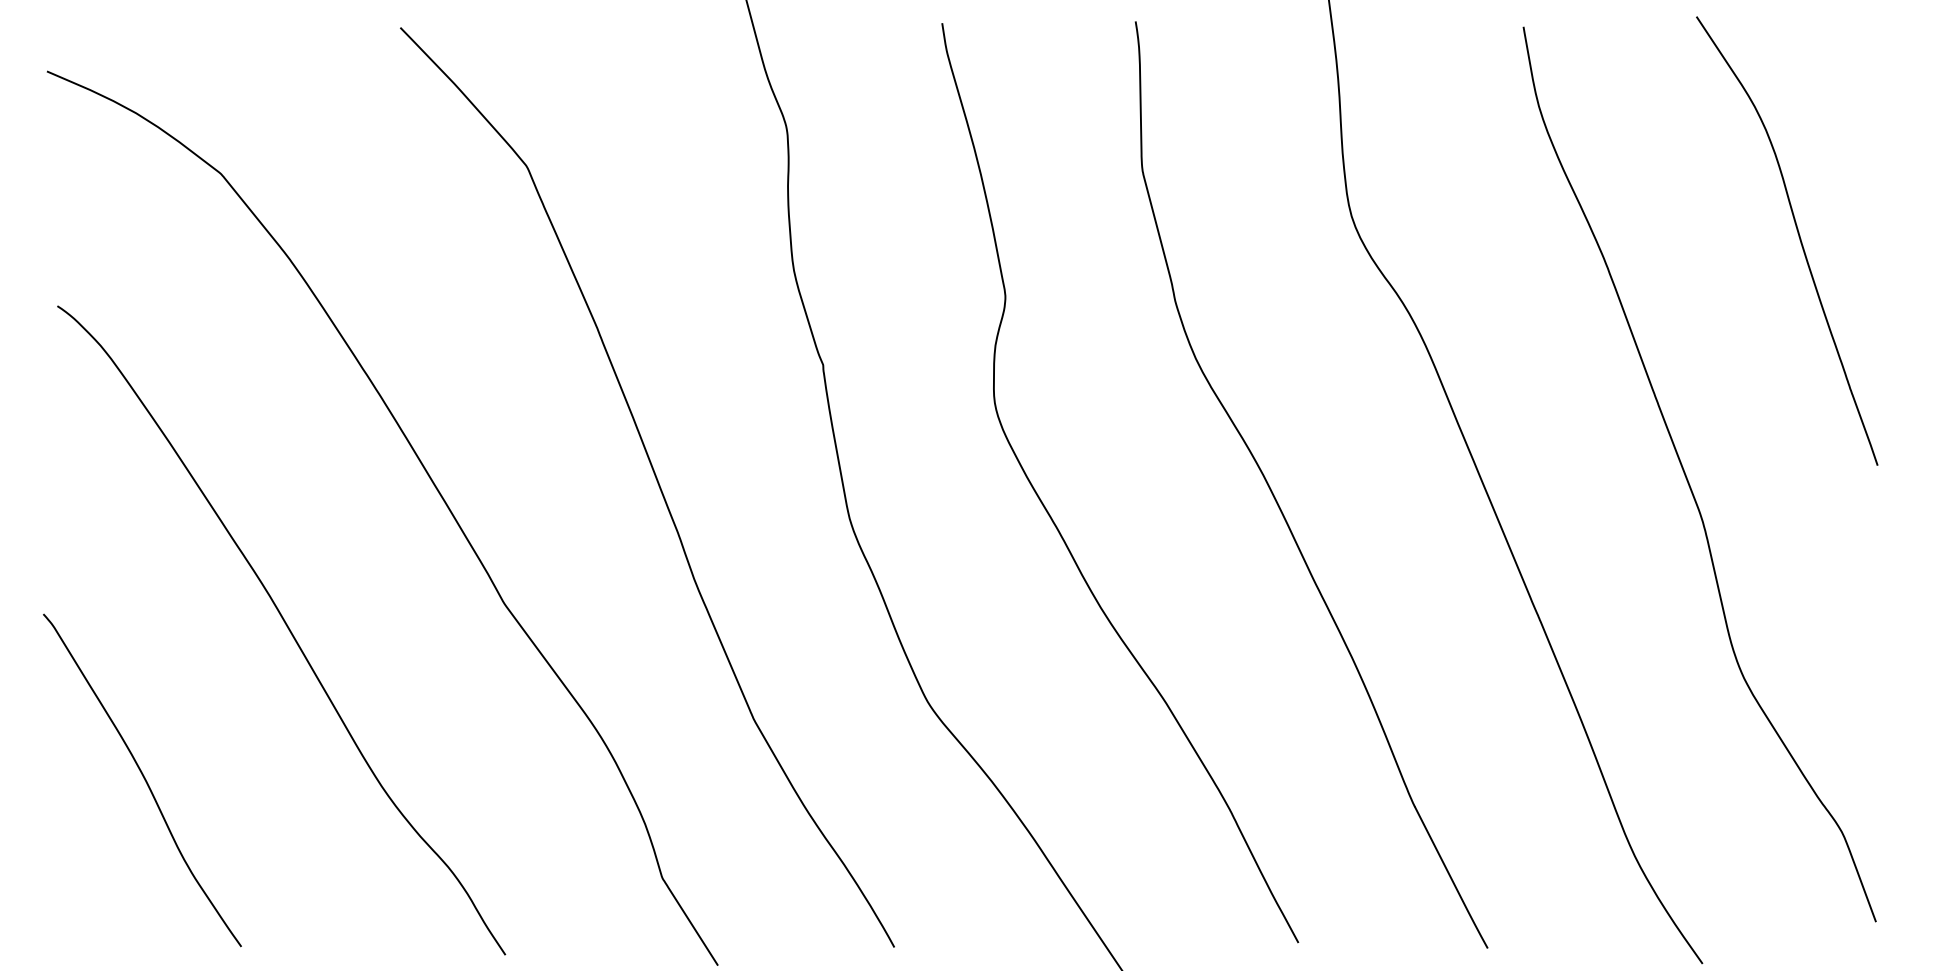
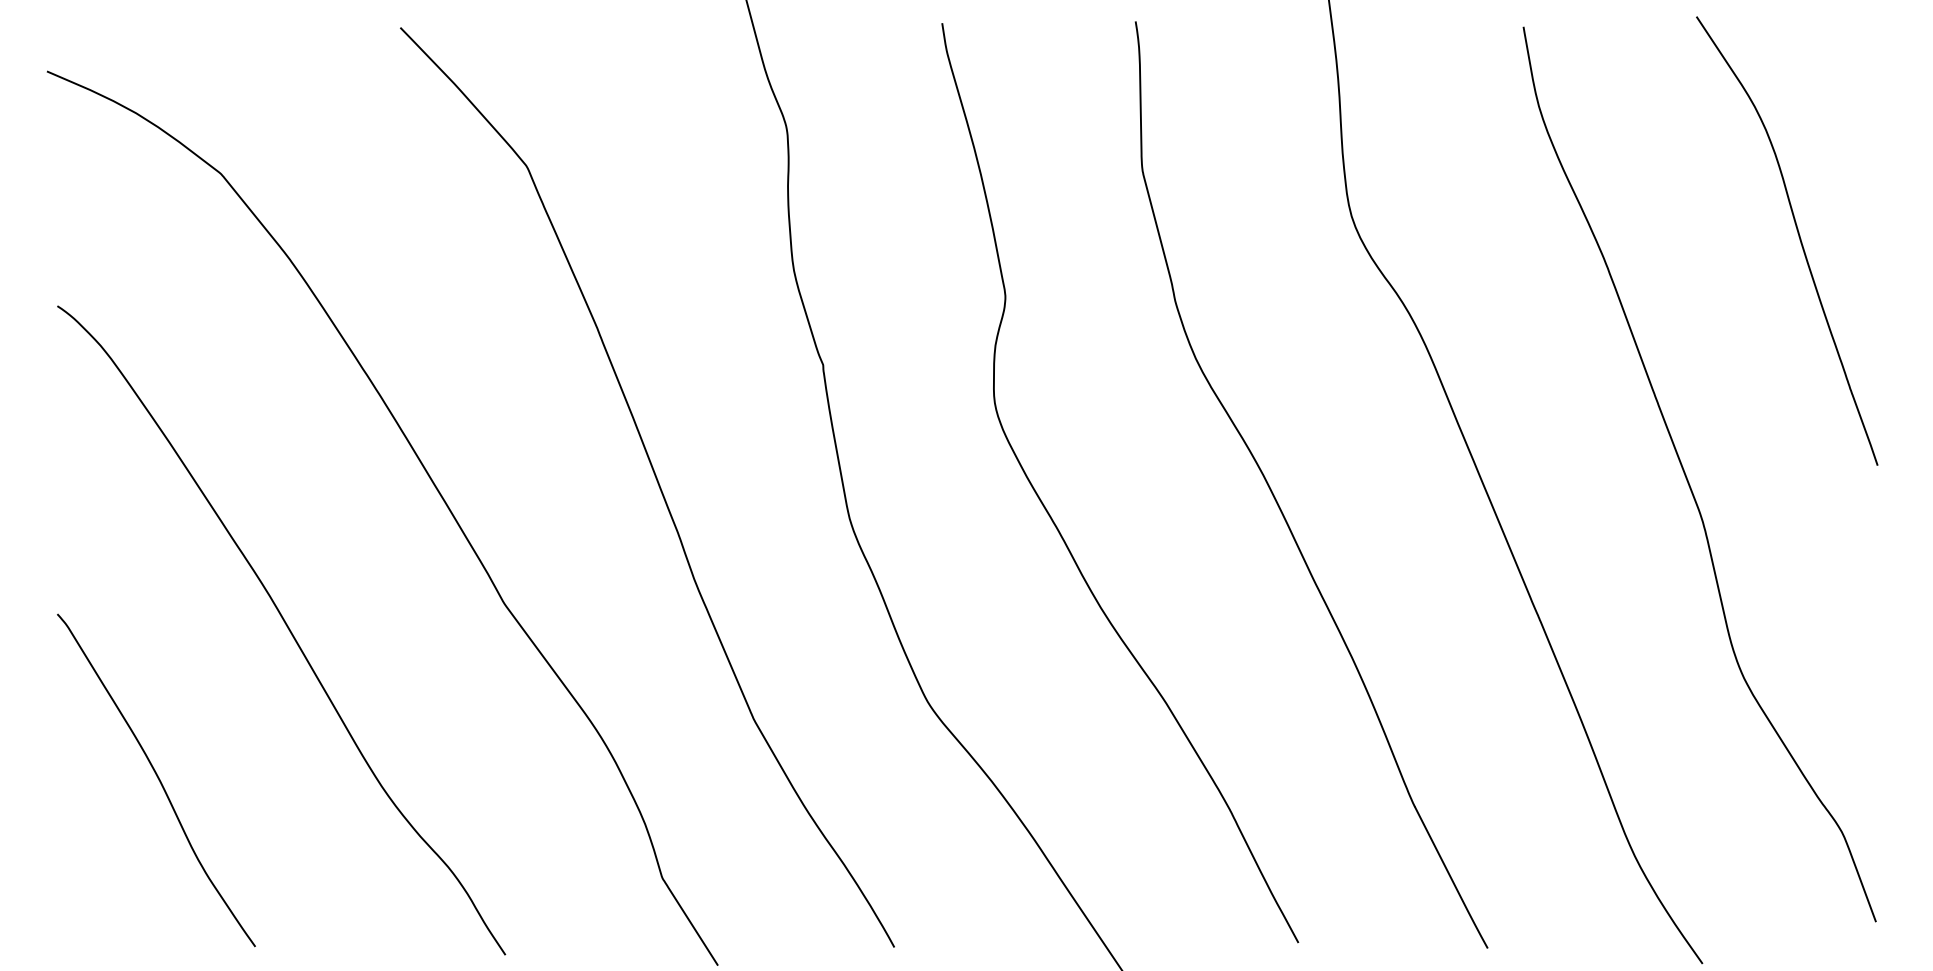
curve at (144, 780) position: (144, 780) -> (158, 780)
